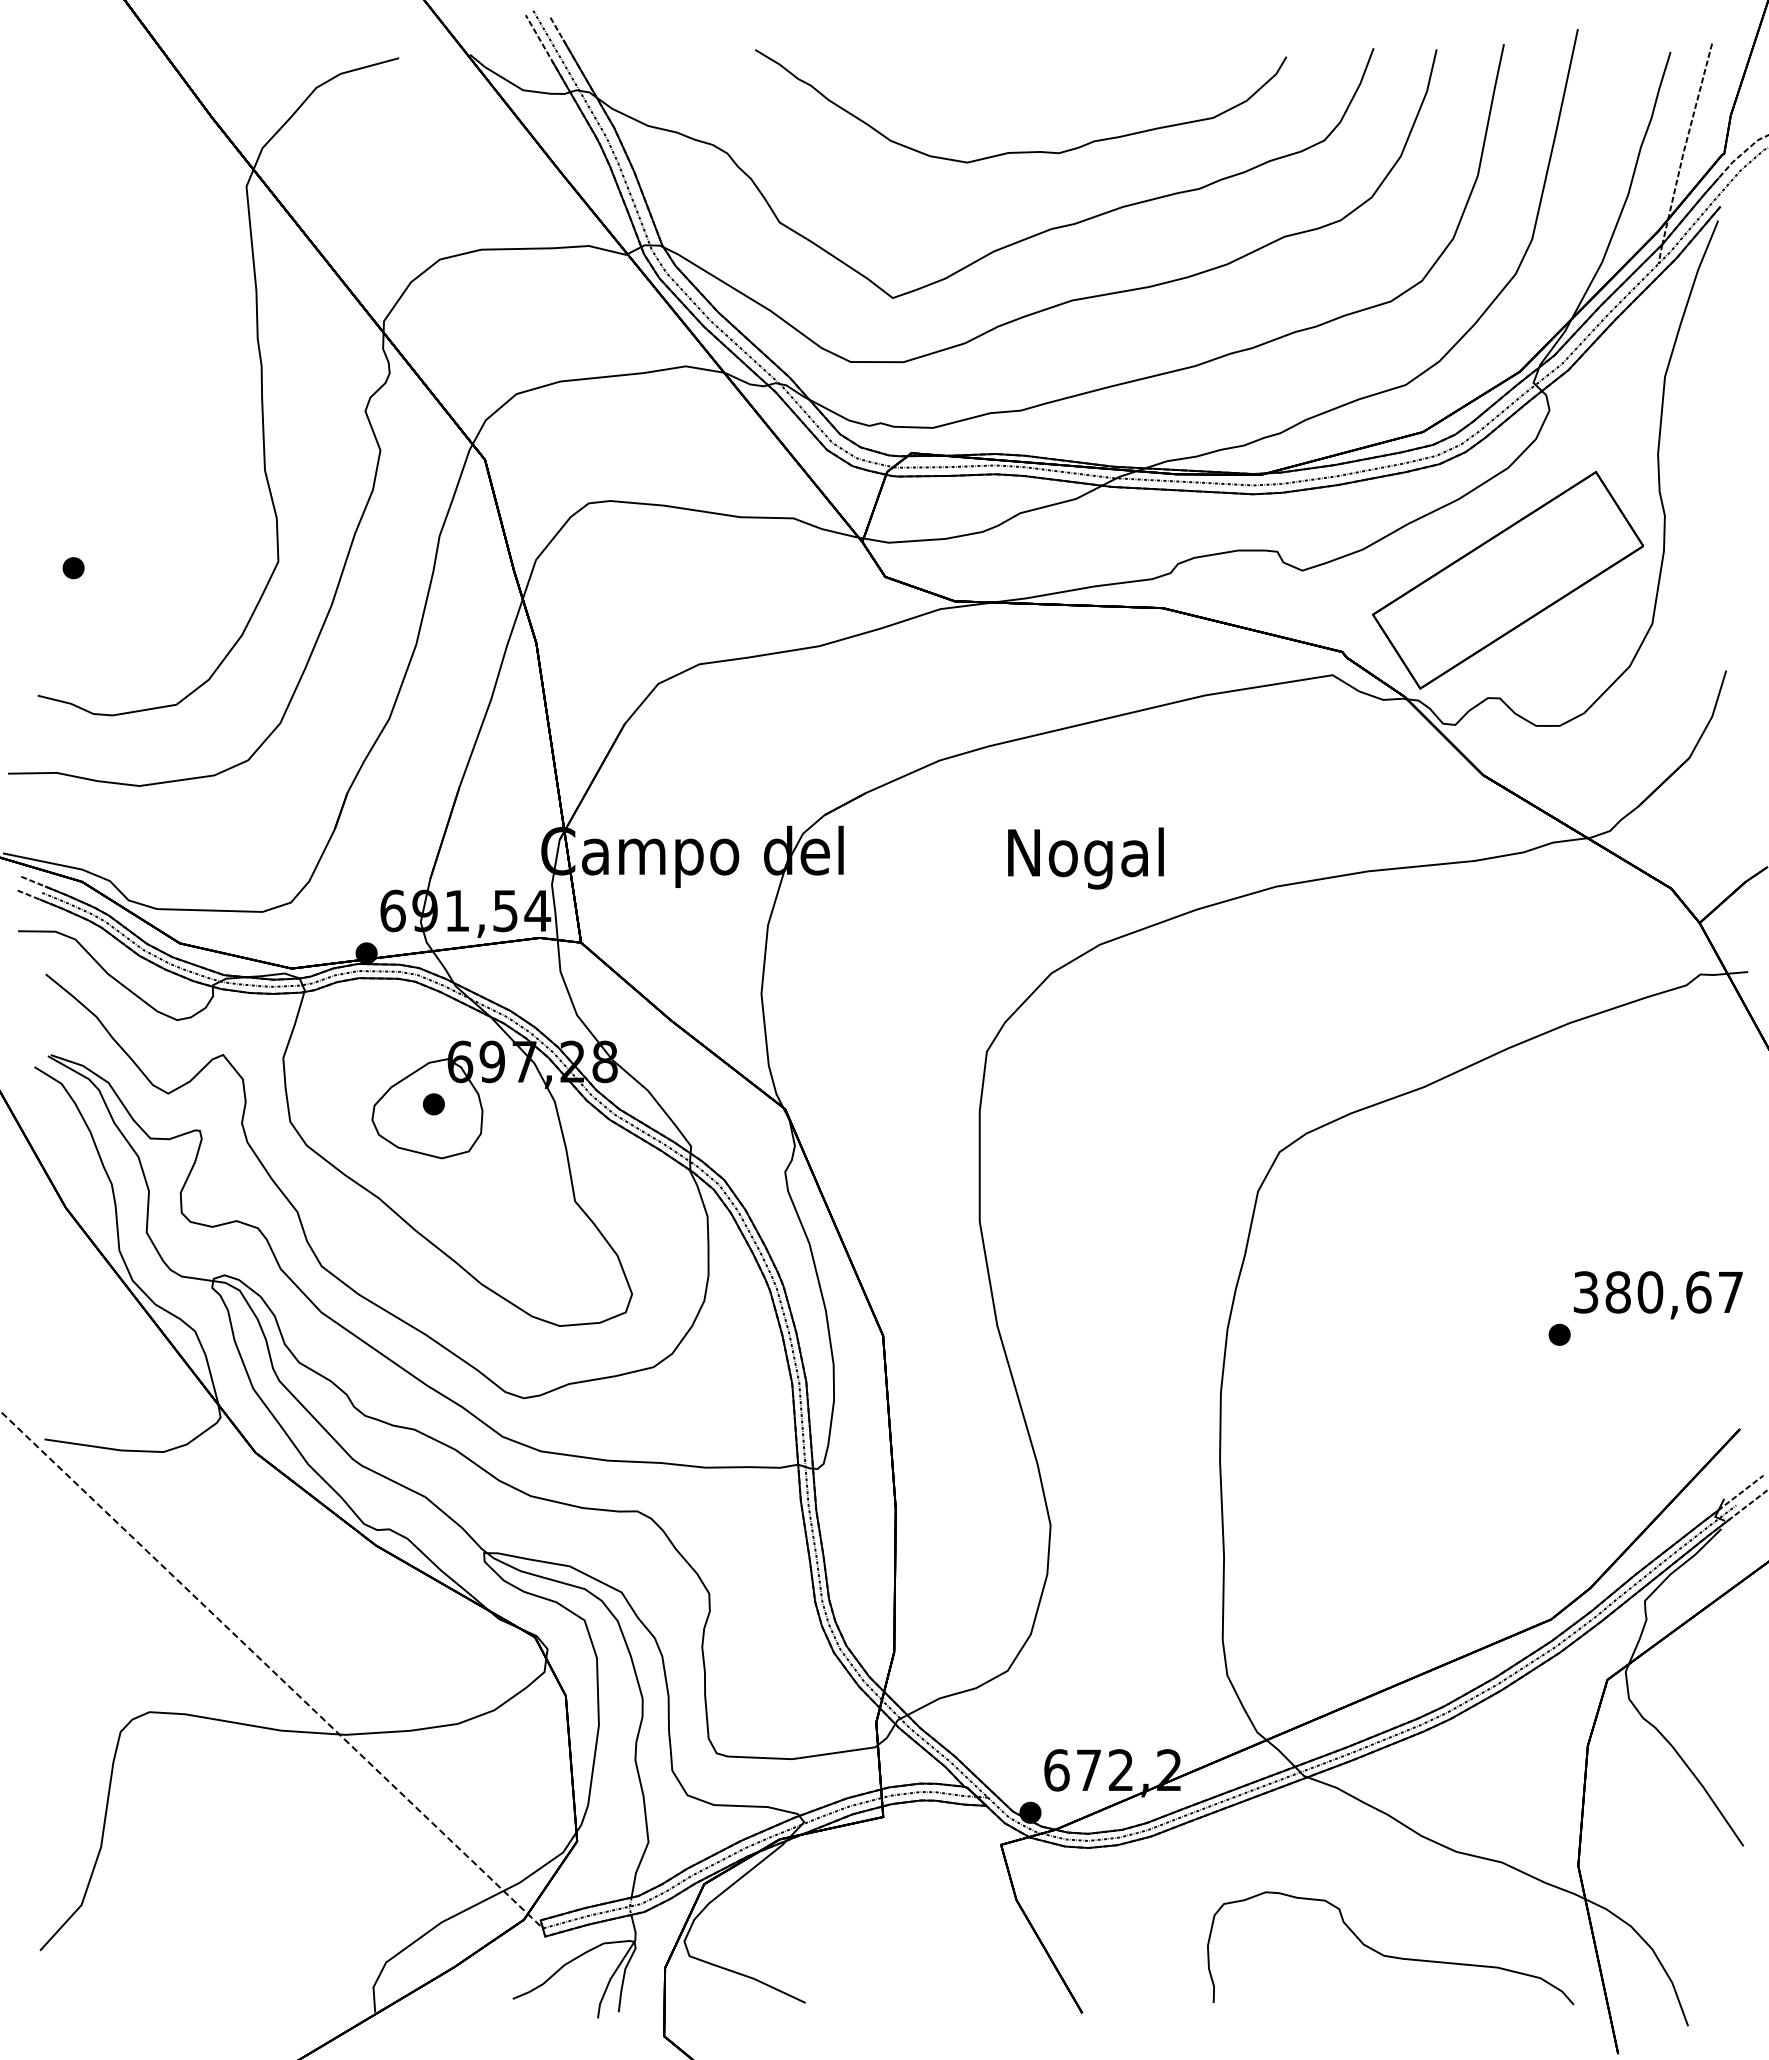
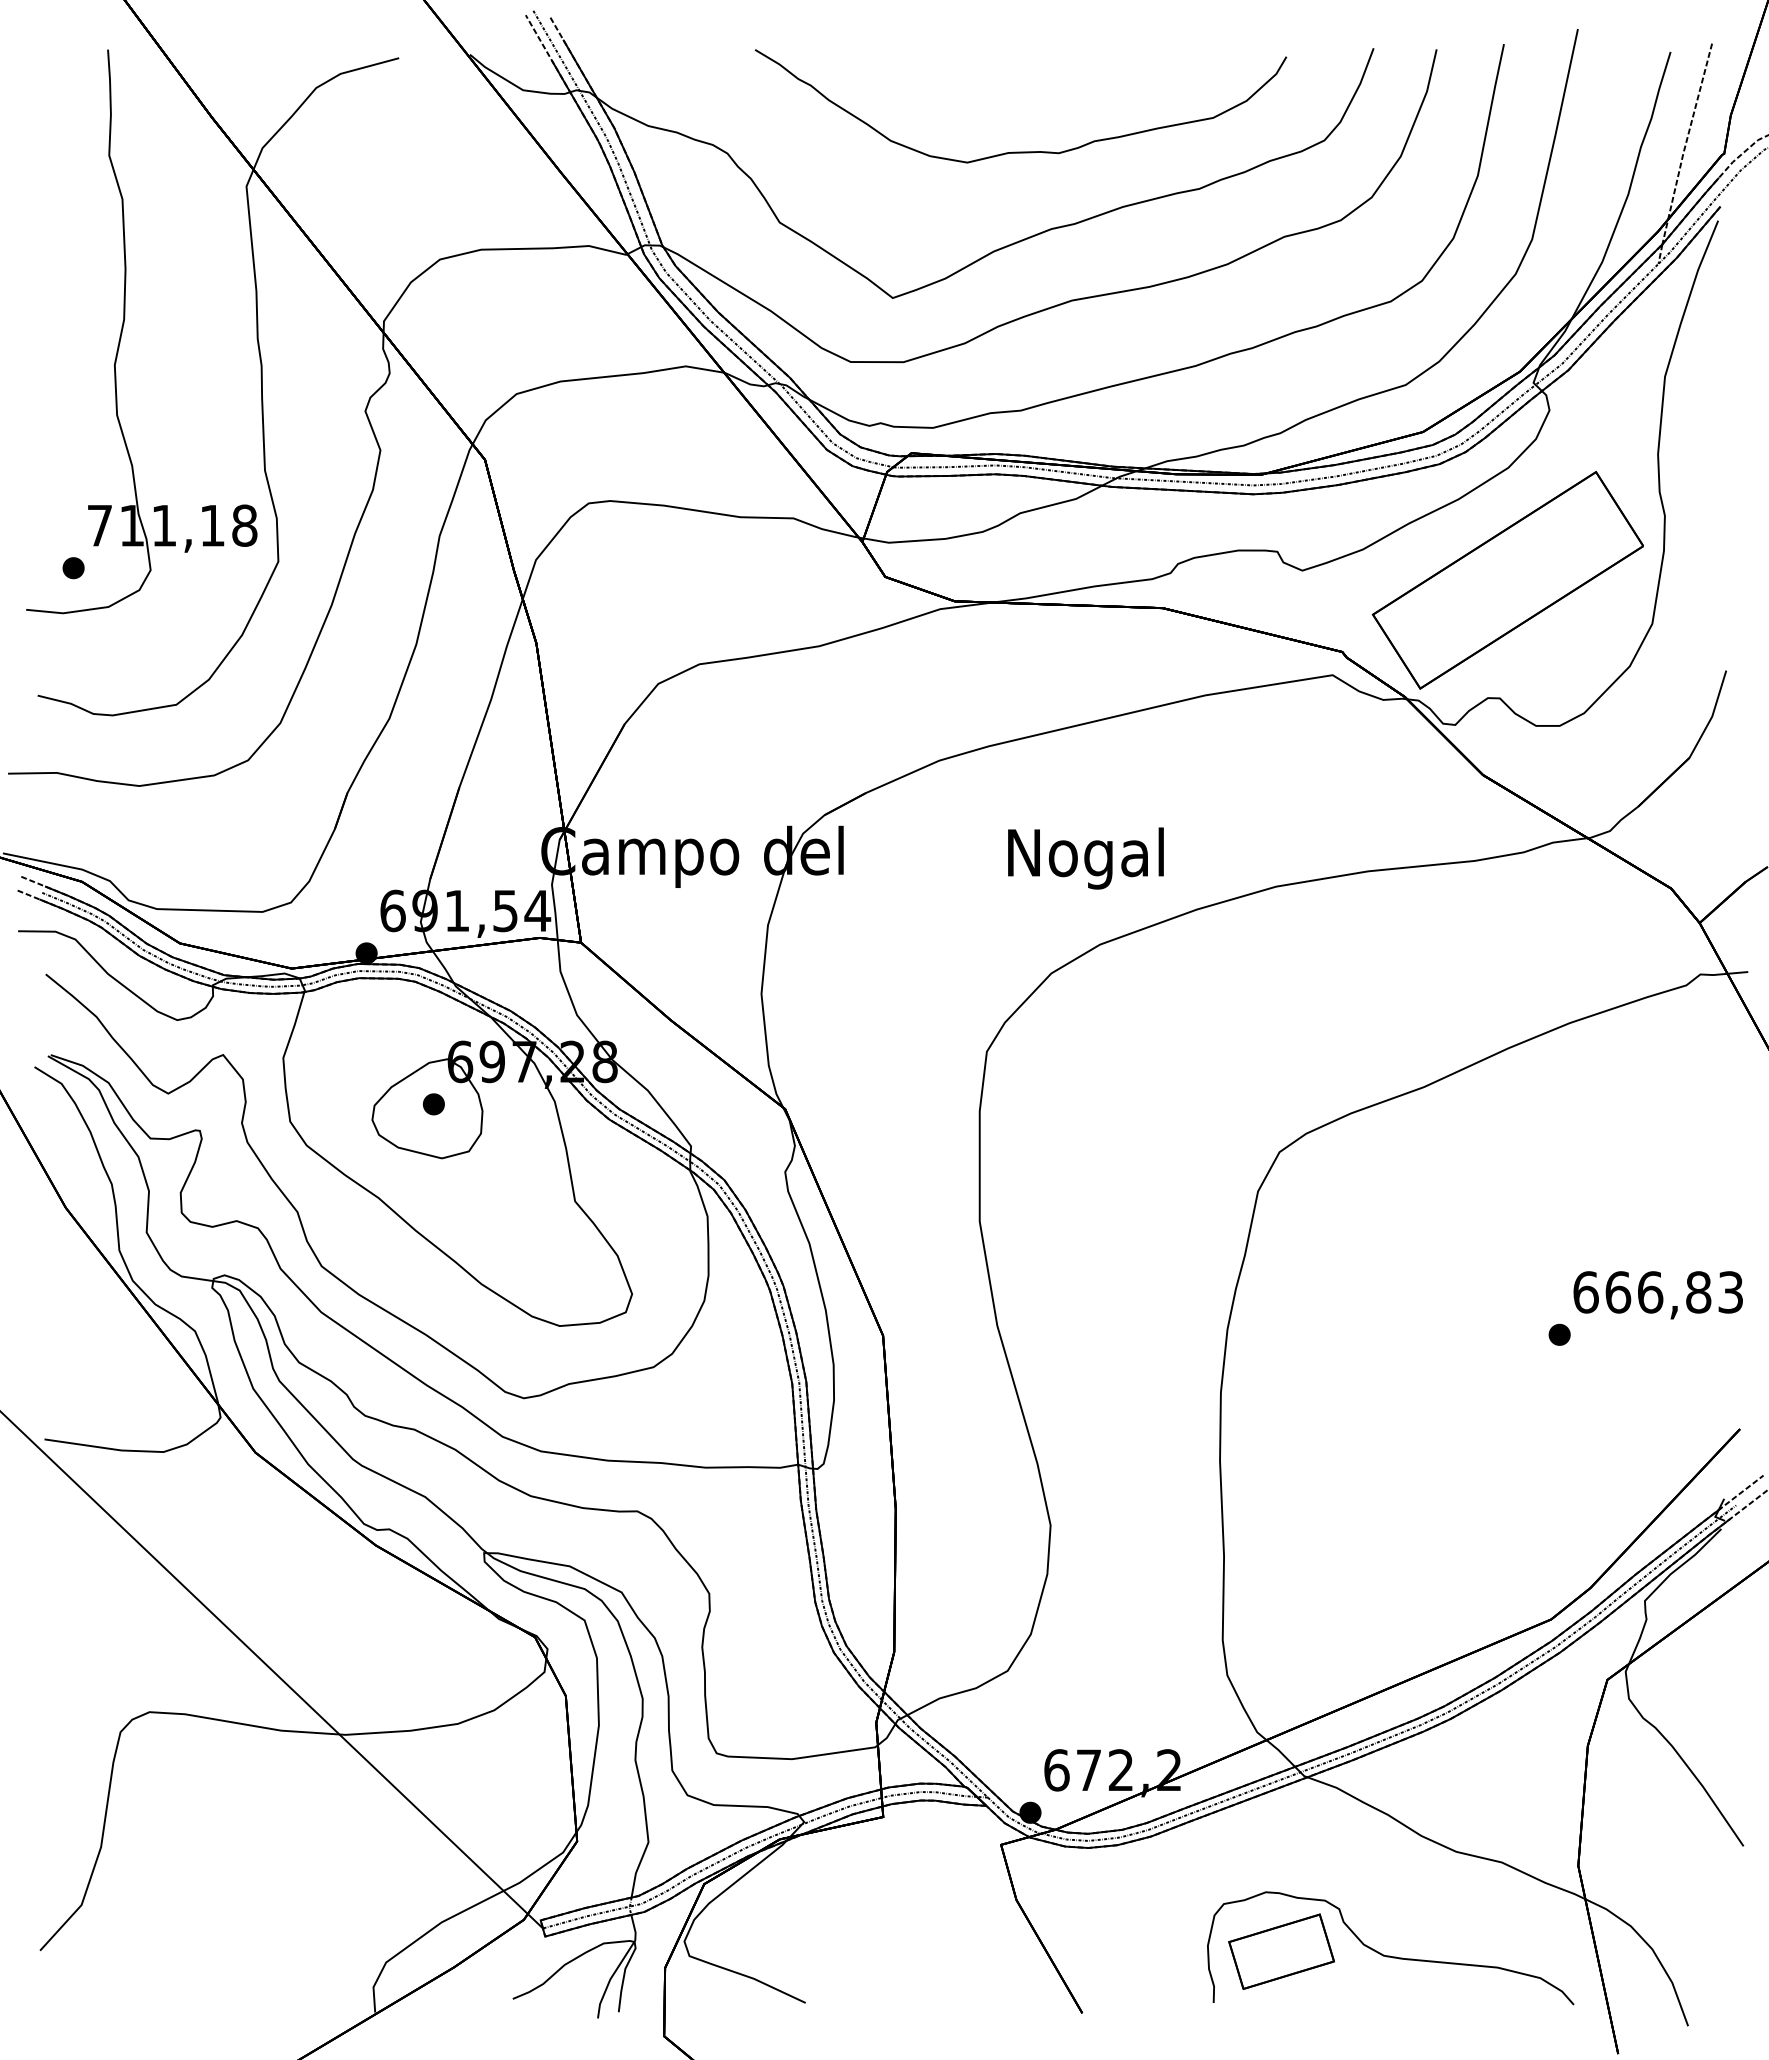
part at (123, 328): none -> present
text at (1657, 1292): 380,67 -> 666,83
line at (271, 1669): dashed -> solid
part at (1281, 1951): none -> present
